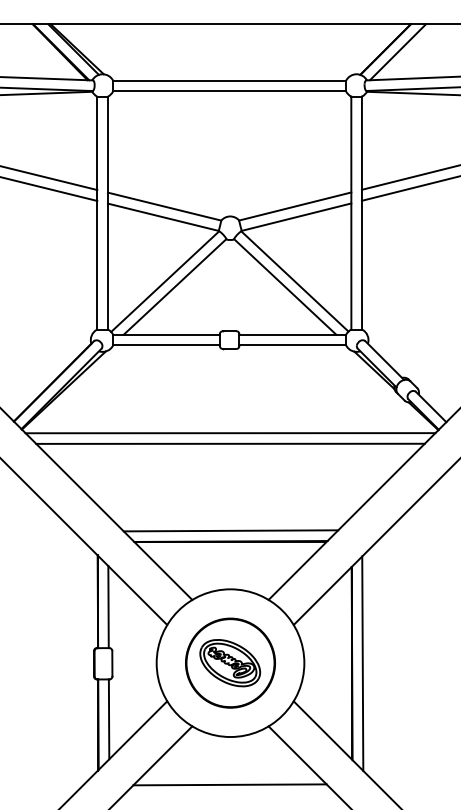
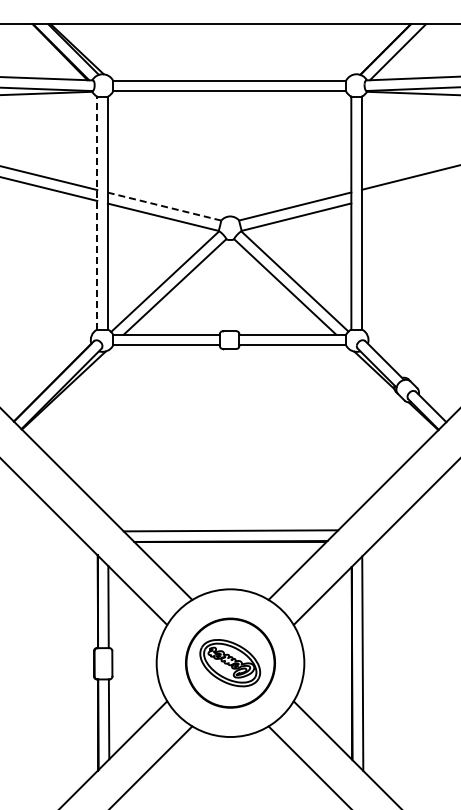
line at (409, 188): present -> none
line at (164, 206): solid -> dashed
line at (97, 212): solid -> dashed
line at (230, 433): present -> none
line at (230, 443): present -> none
line at (229, 784): present -> none
